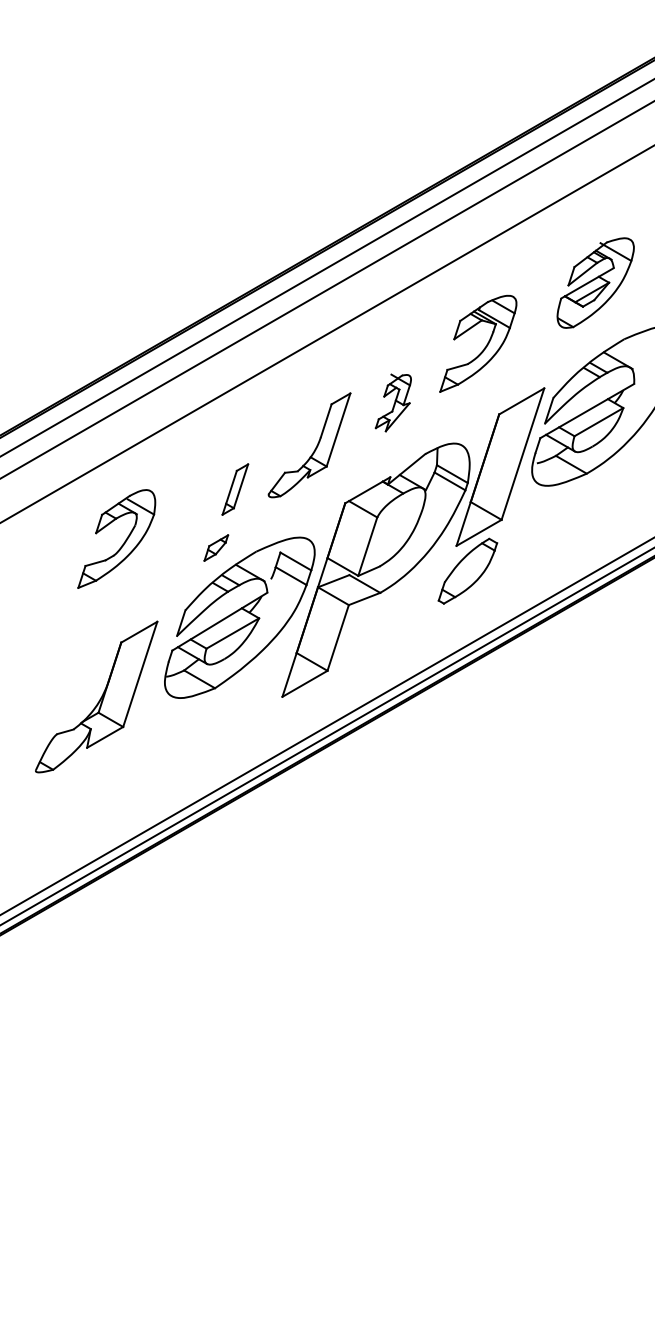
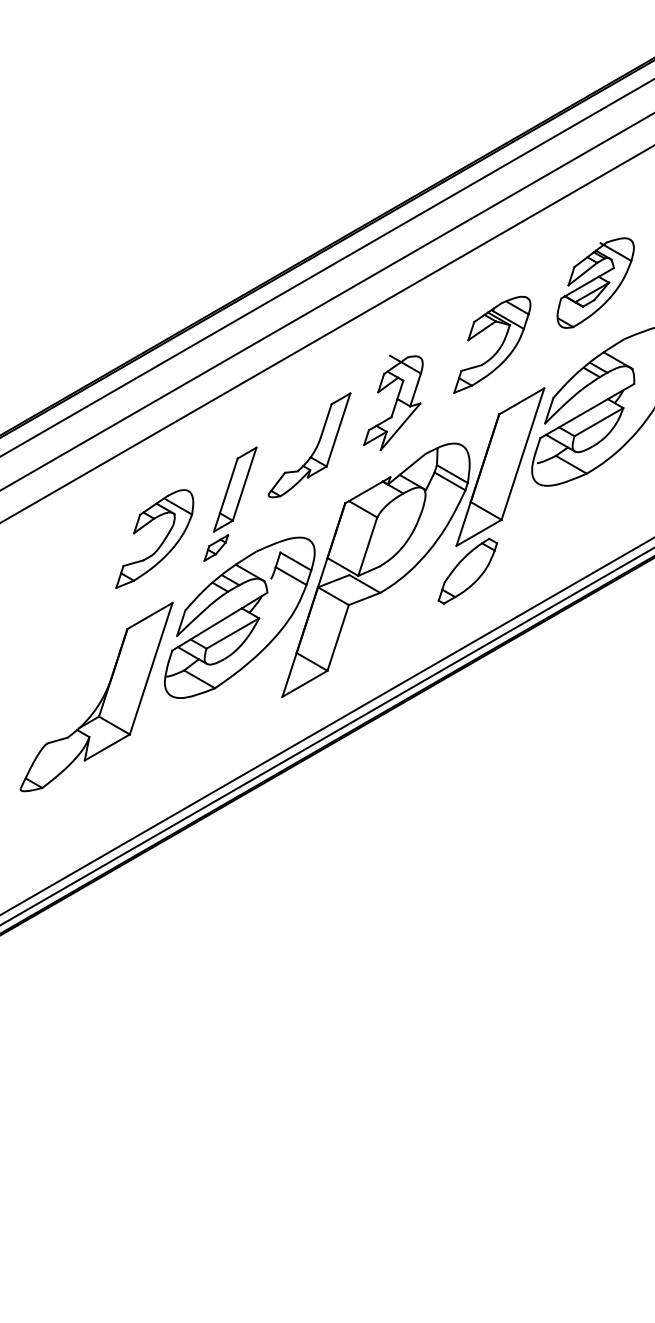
line at (326, 289) position: (326, 289) -> (326, 301)
part at (483, 348) position: (483, 348) -> (497, 349)
part at (392, 402) size: 38x60 px -> 61x98 px
part at (235, 489) size: 29x53 px -> 45x87 px
part at (123, 542) position: (123, 542) -> (161, 542)
part at (96, 696) size: 124x154 px -> 155x192 px
